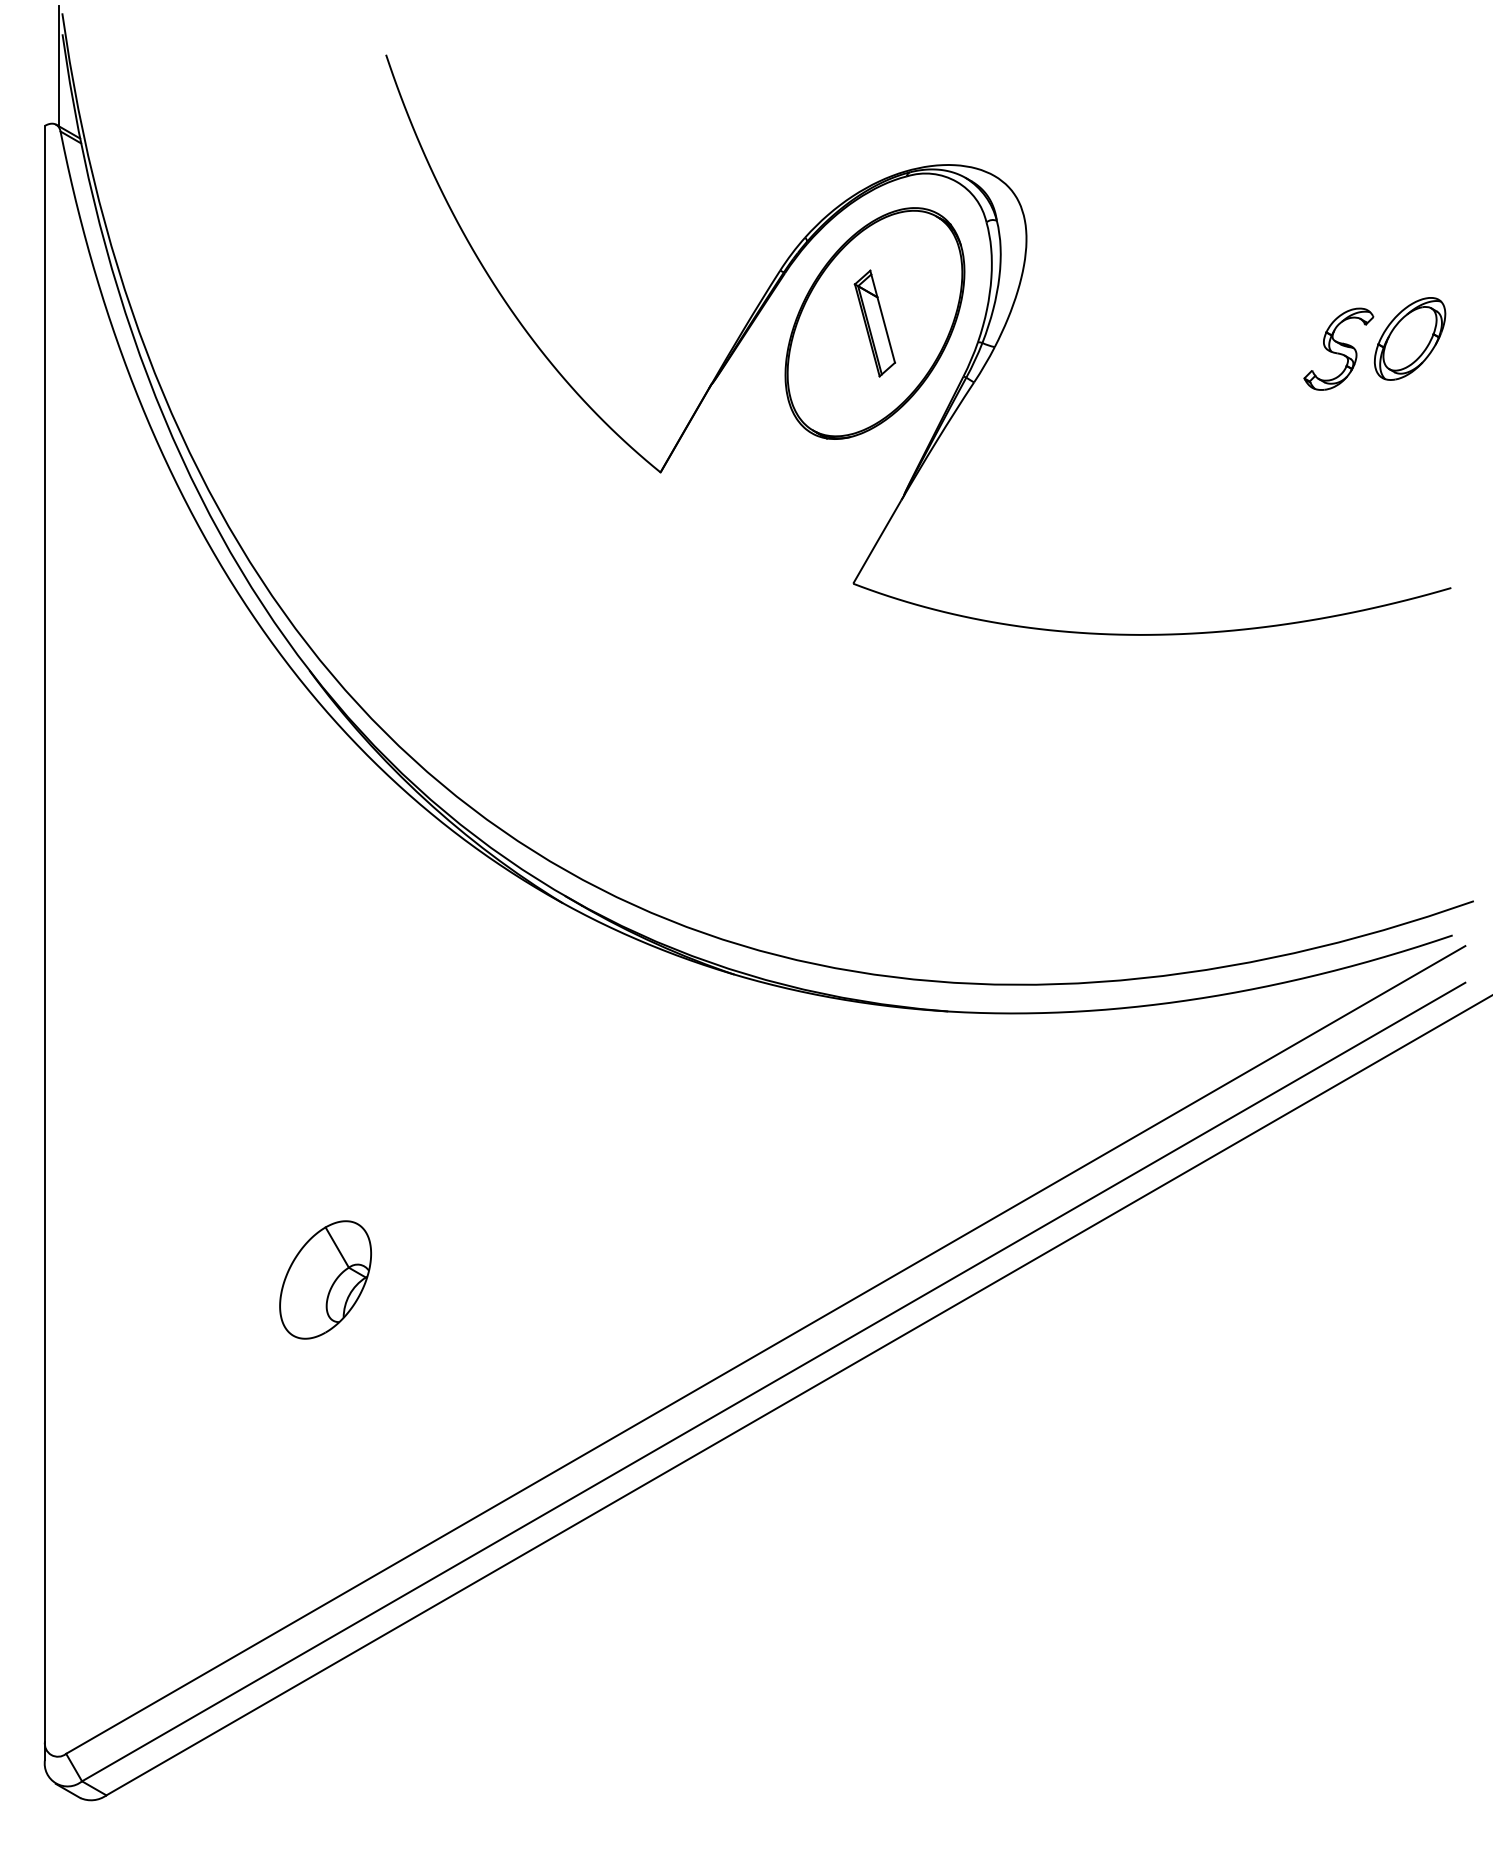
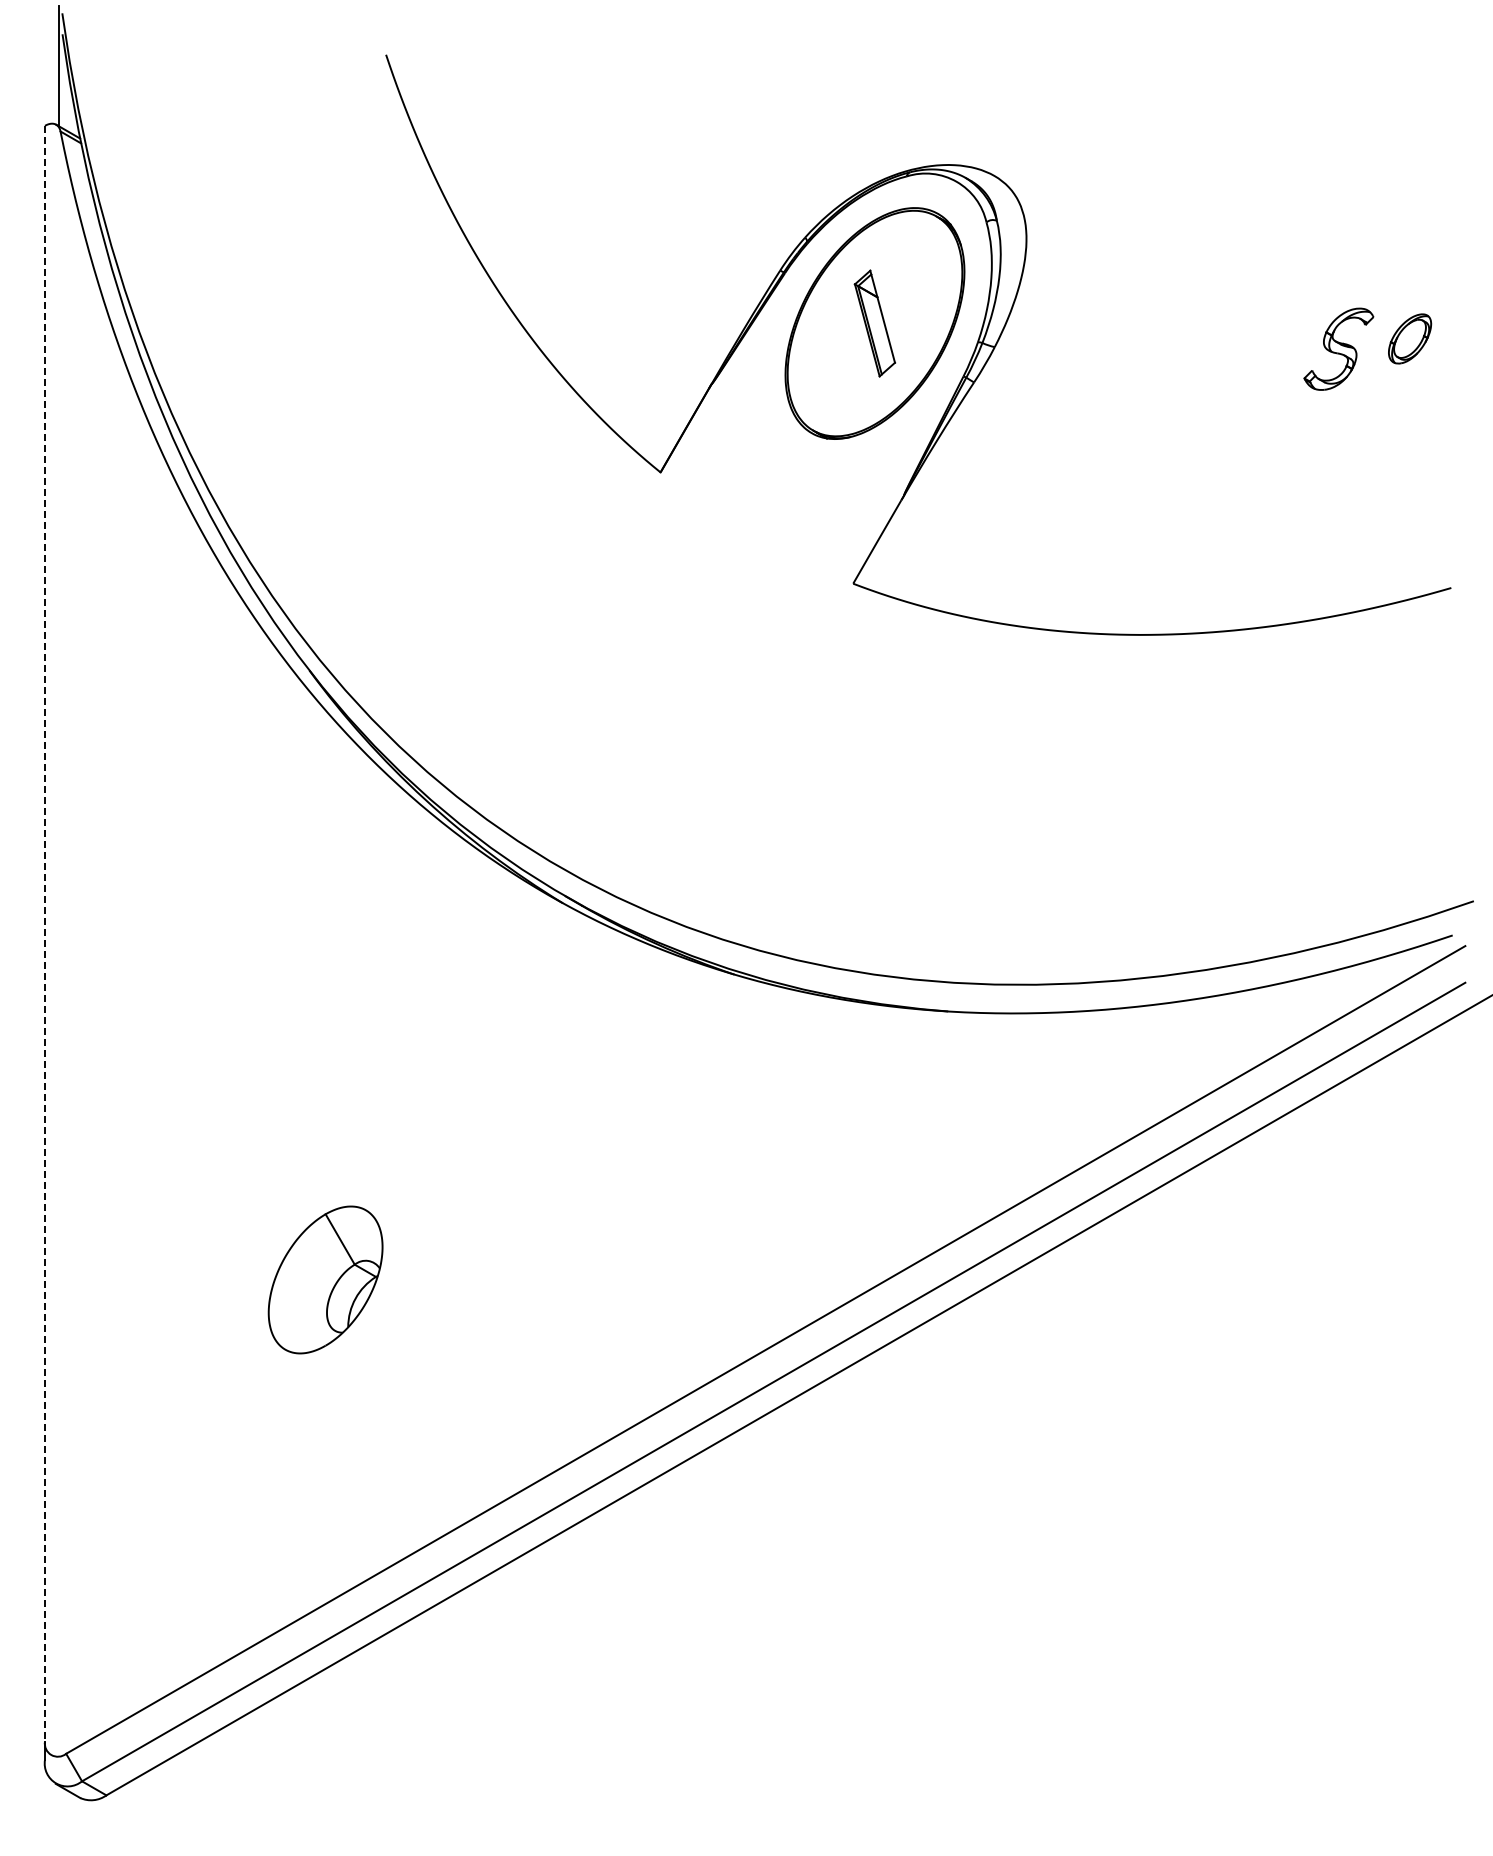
part at (1409, 338) size: 74x84 px -> 45x52 px
line at (45, 933): solid -> dashed
part at (325, 1279) size: 93x120 px -> 117x150 px
